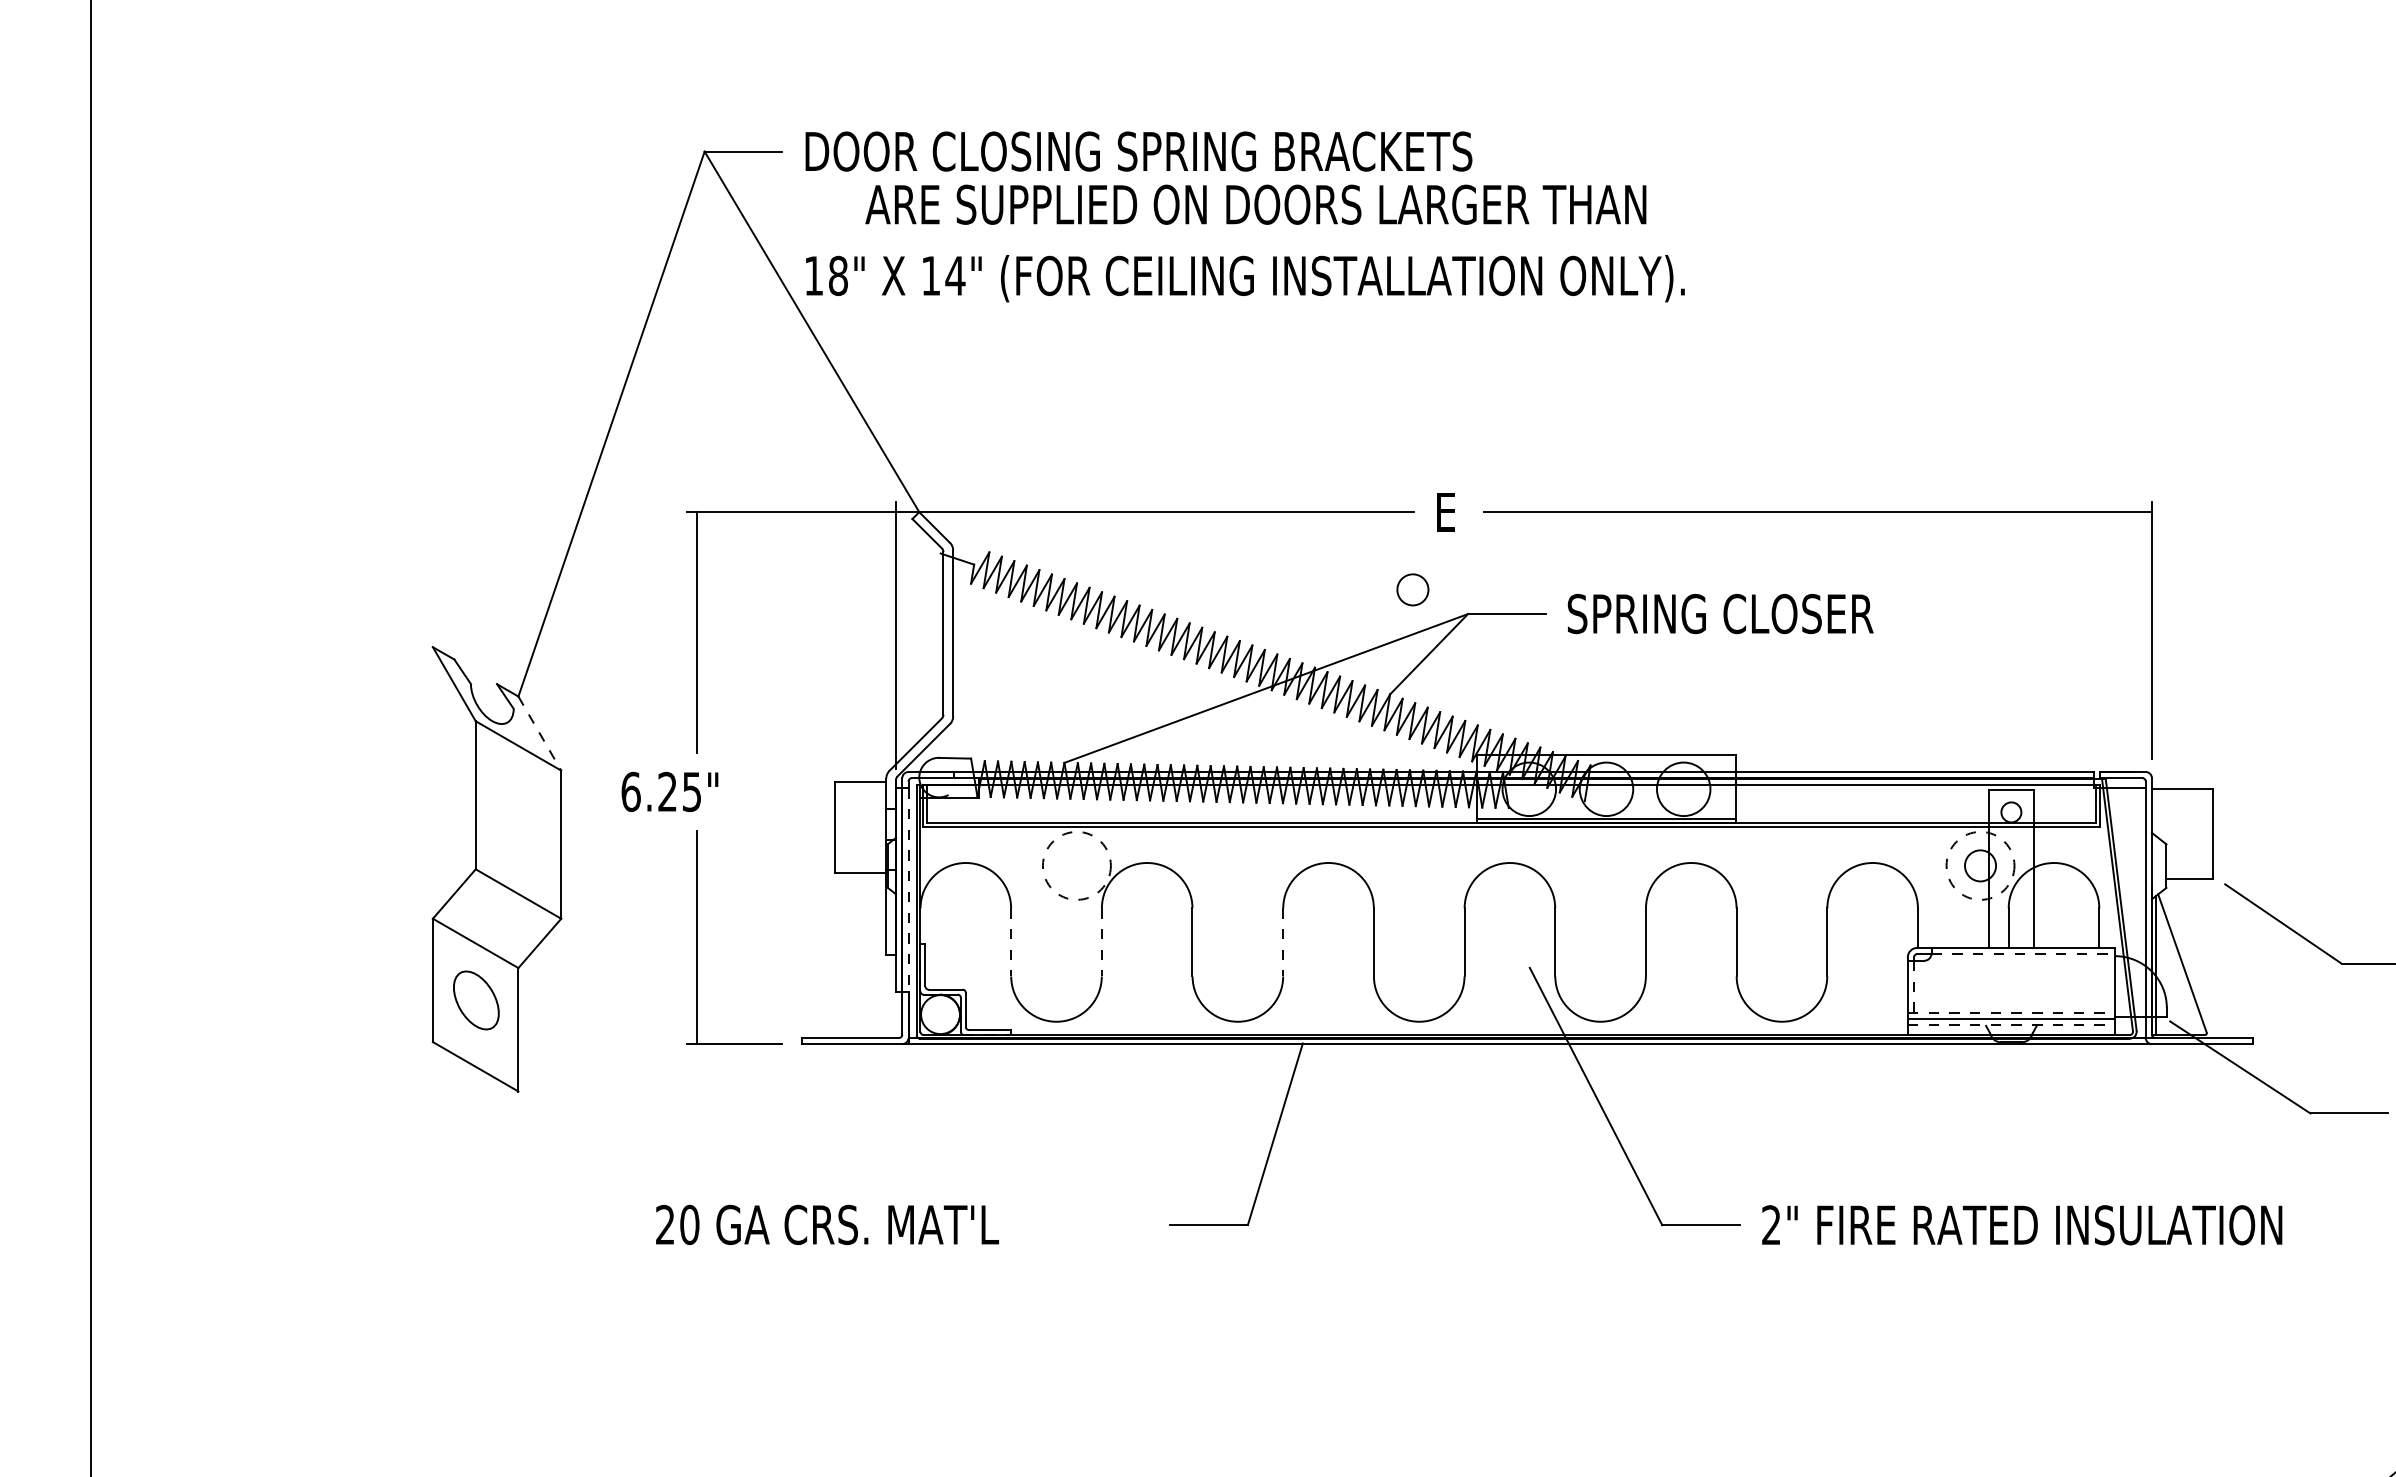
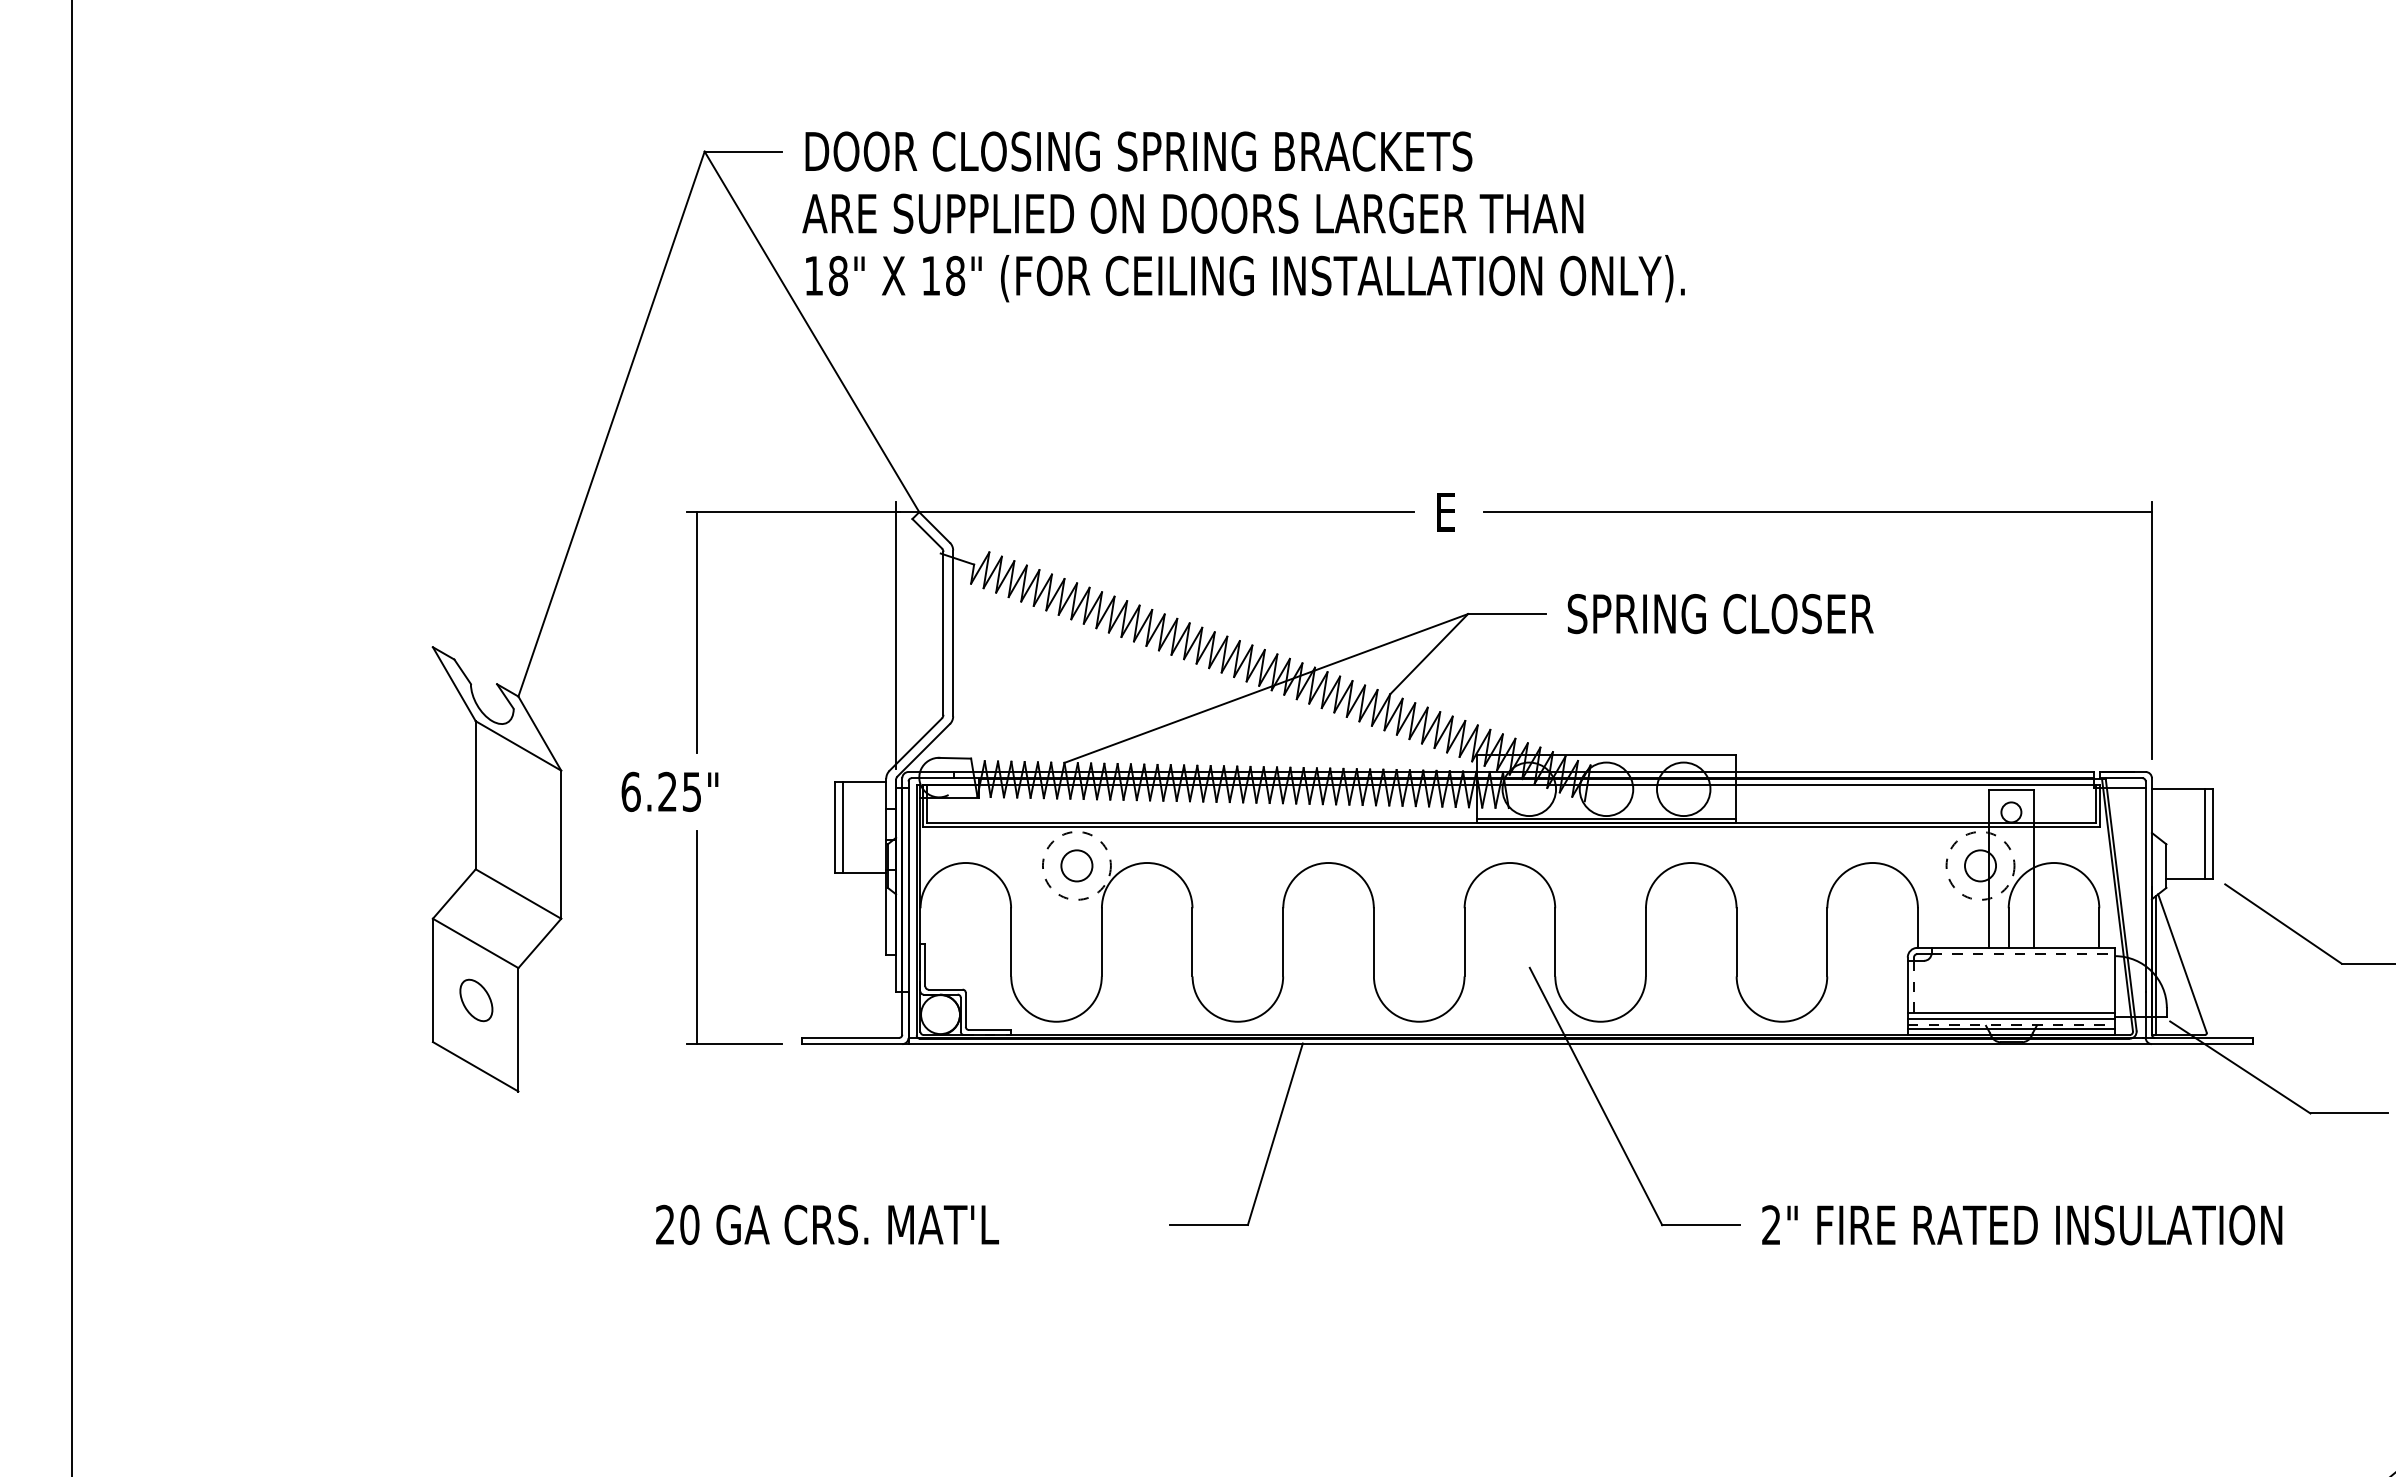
text at (1255, 204) position: (1255, 204) -> (1192, 213)
text at (955, 275): 14" -> 18"
circle at (1412, 589) position: (1412, 589) -> (1076, 865)
line at (539, 733): dashed -> solid
line at (90, 737) position: (90, 737) -> (71, 737)
line at (842, 827): none -> present
line at (2205, 833): none -> present
line at (908, 890): dashed -> solid
line at (1011, 942): dashed -> solid
line at (1101, 942): dashed -> solid
line at (1283, 942): dashed -> solid
circle at (476, 1000) size: 47x61 px -> 35x45 px
line at (2011, 1012): dashed -> solid
line at (2011, 1028): none -> present
